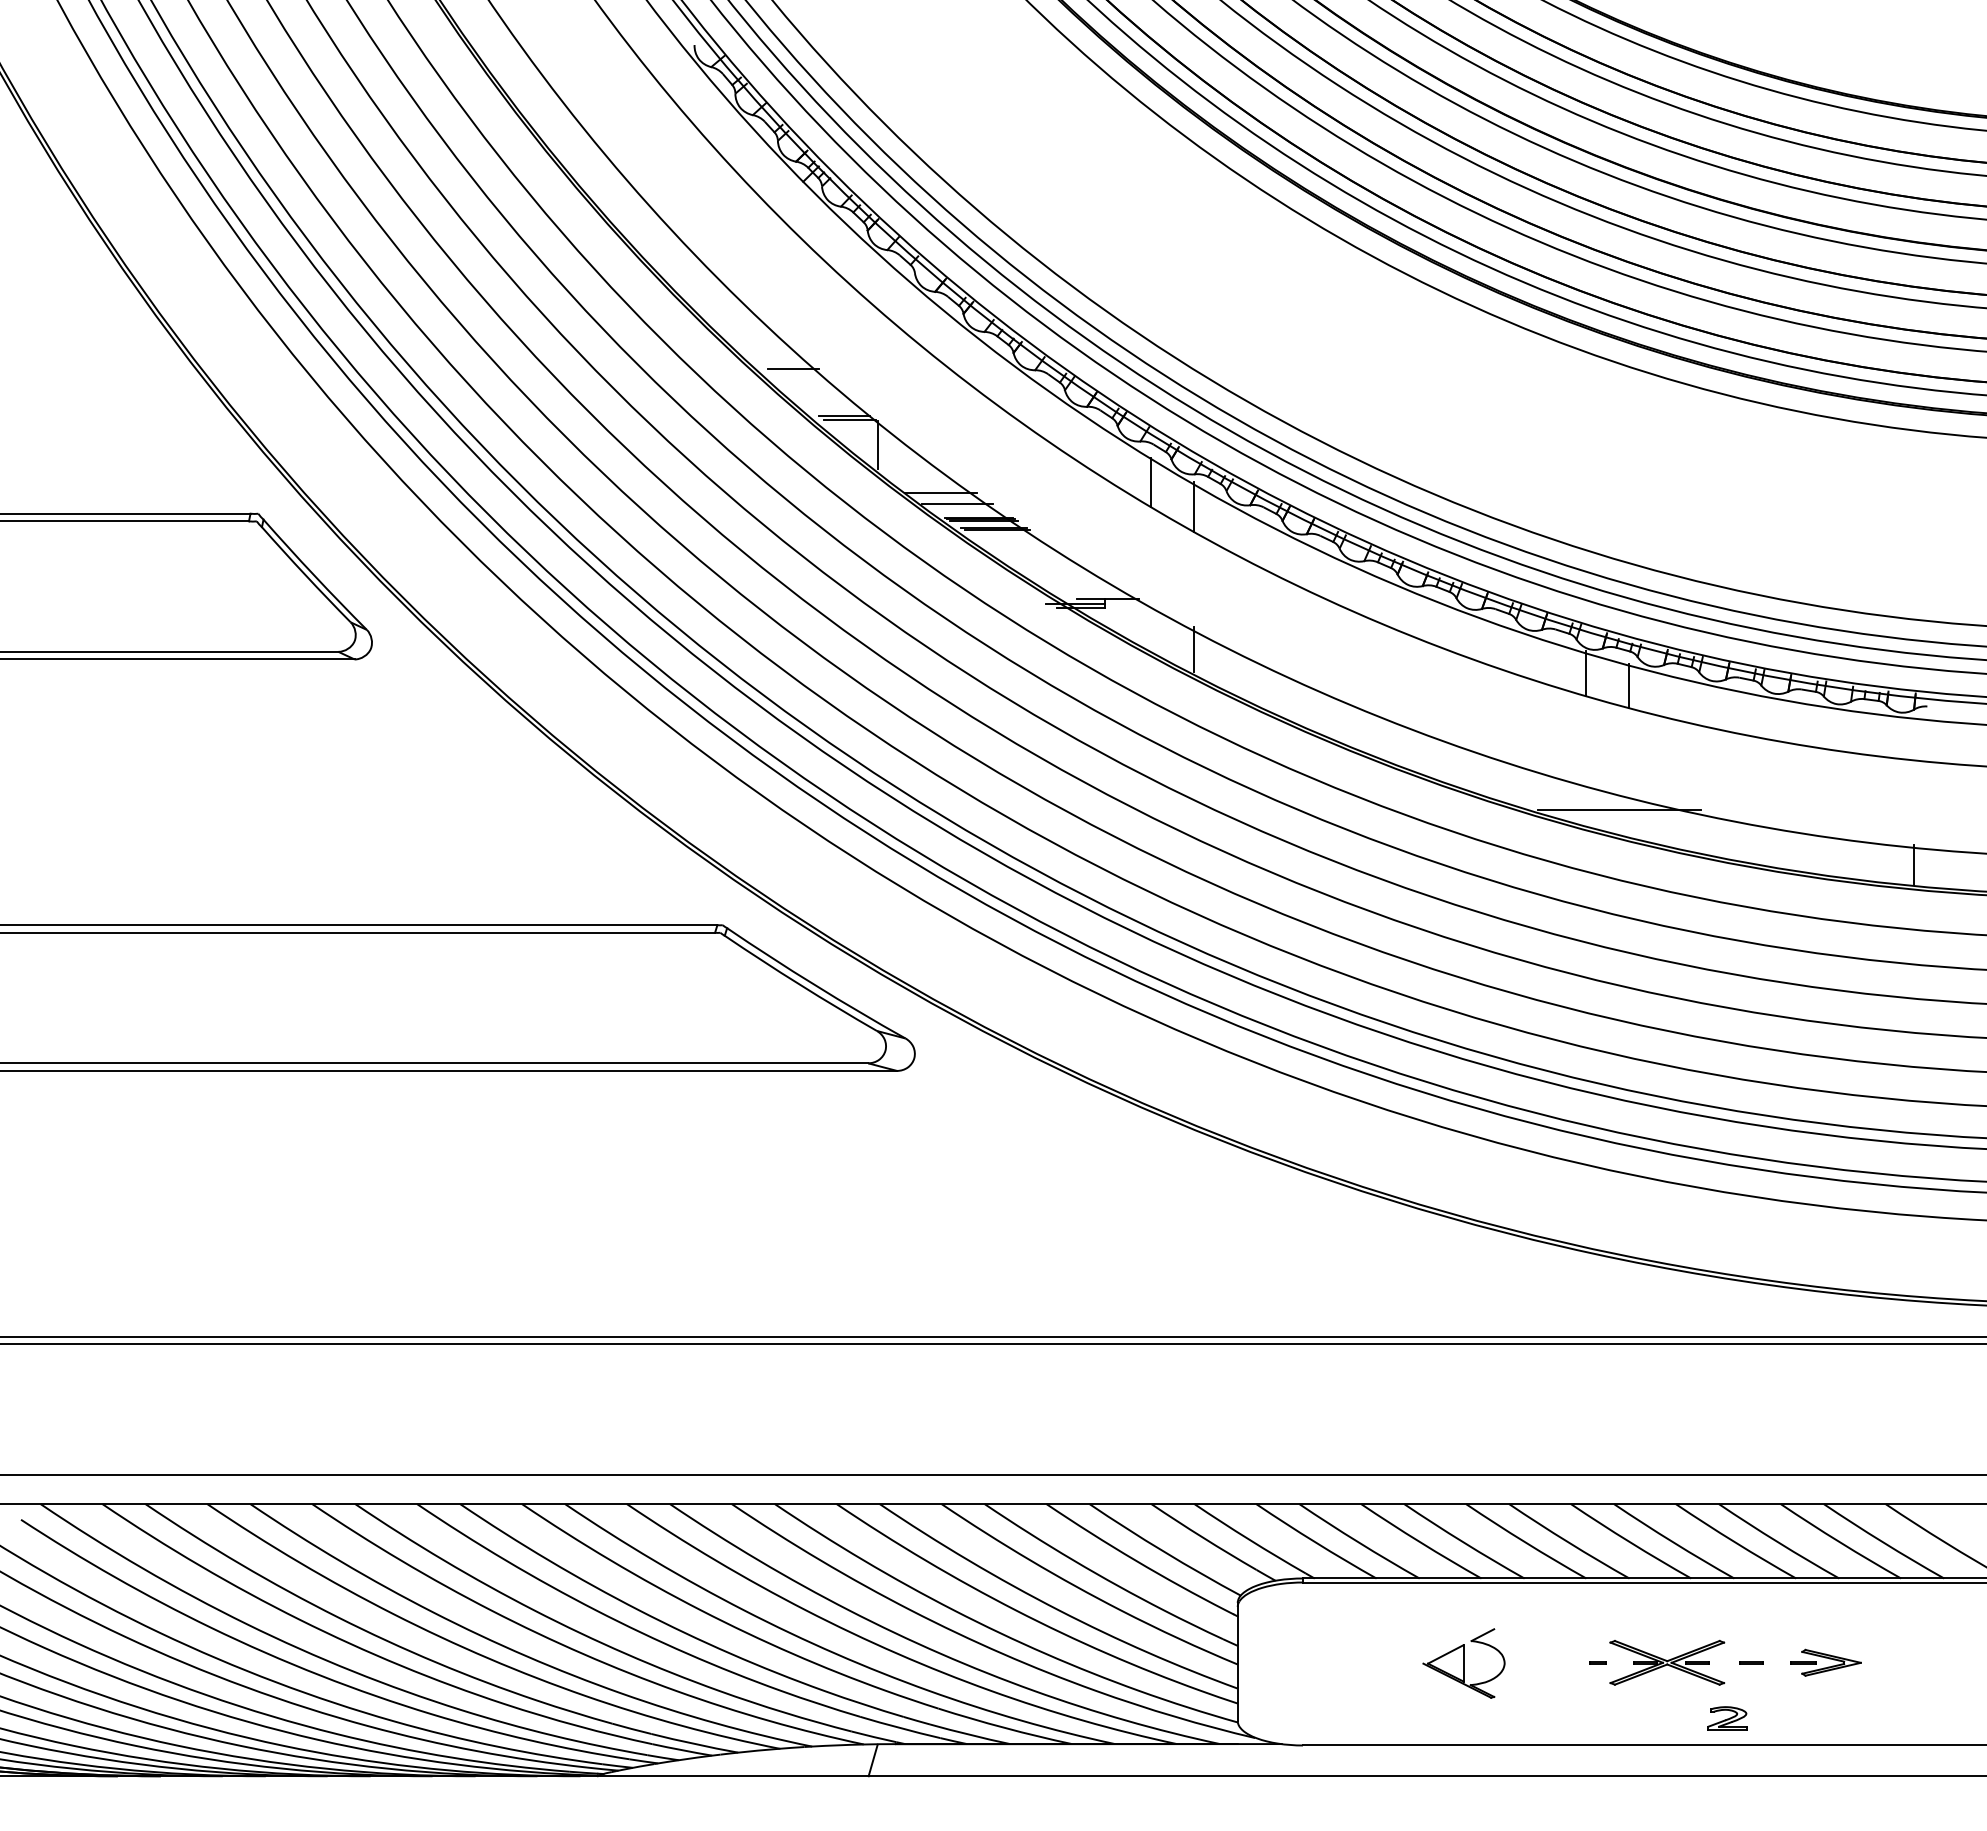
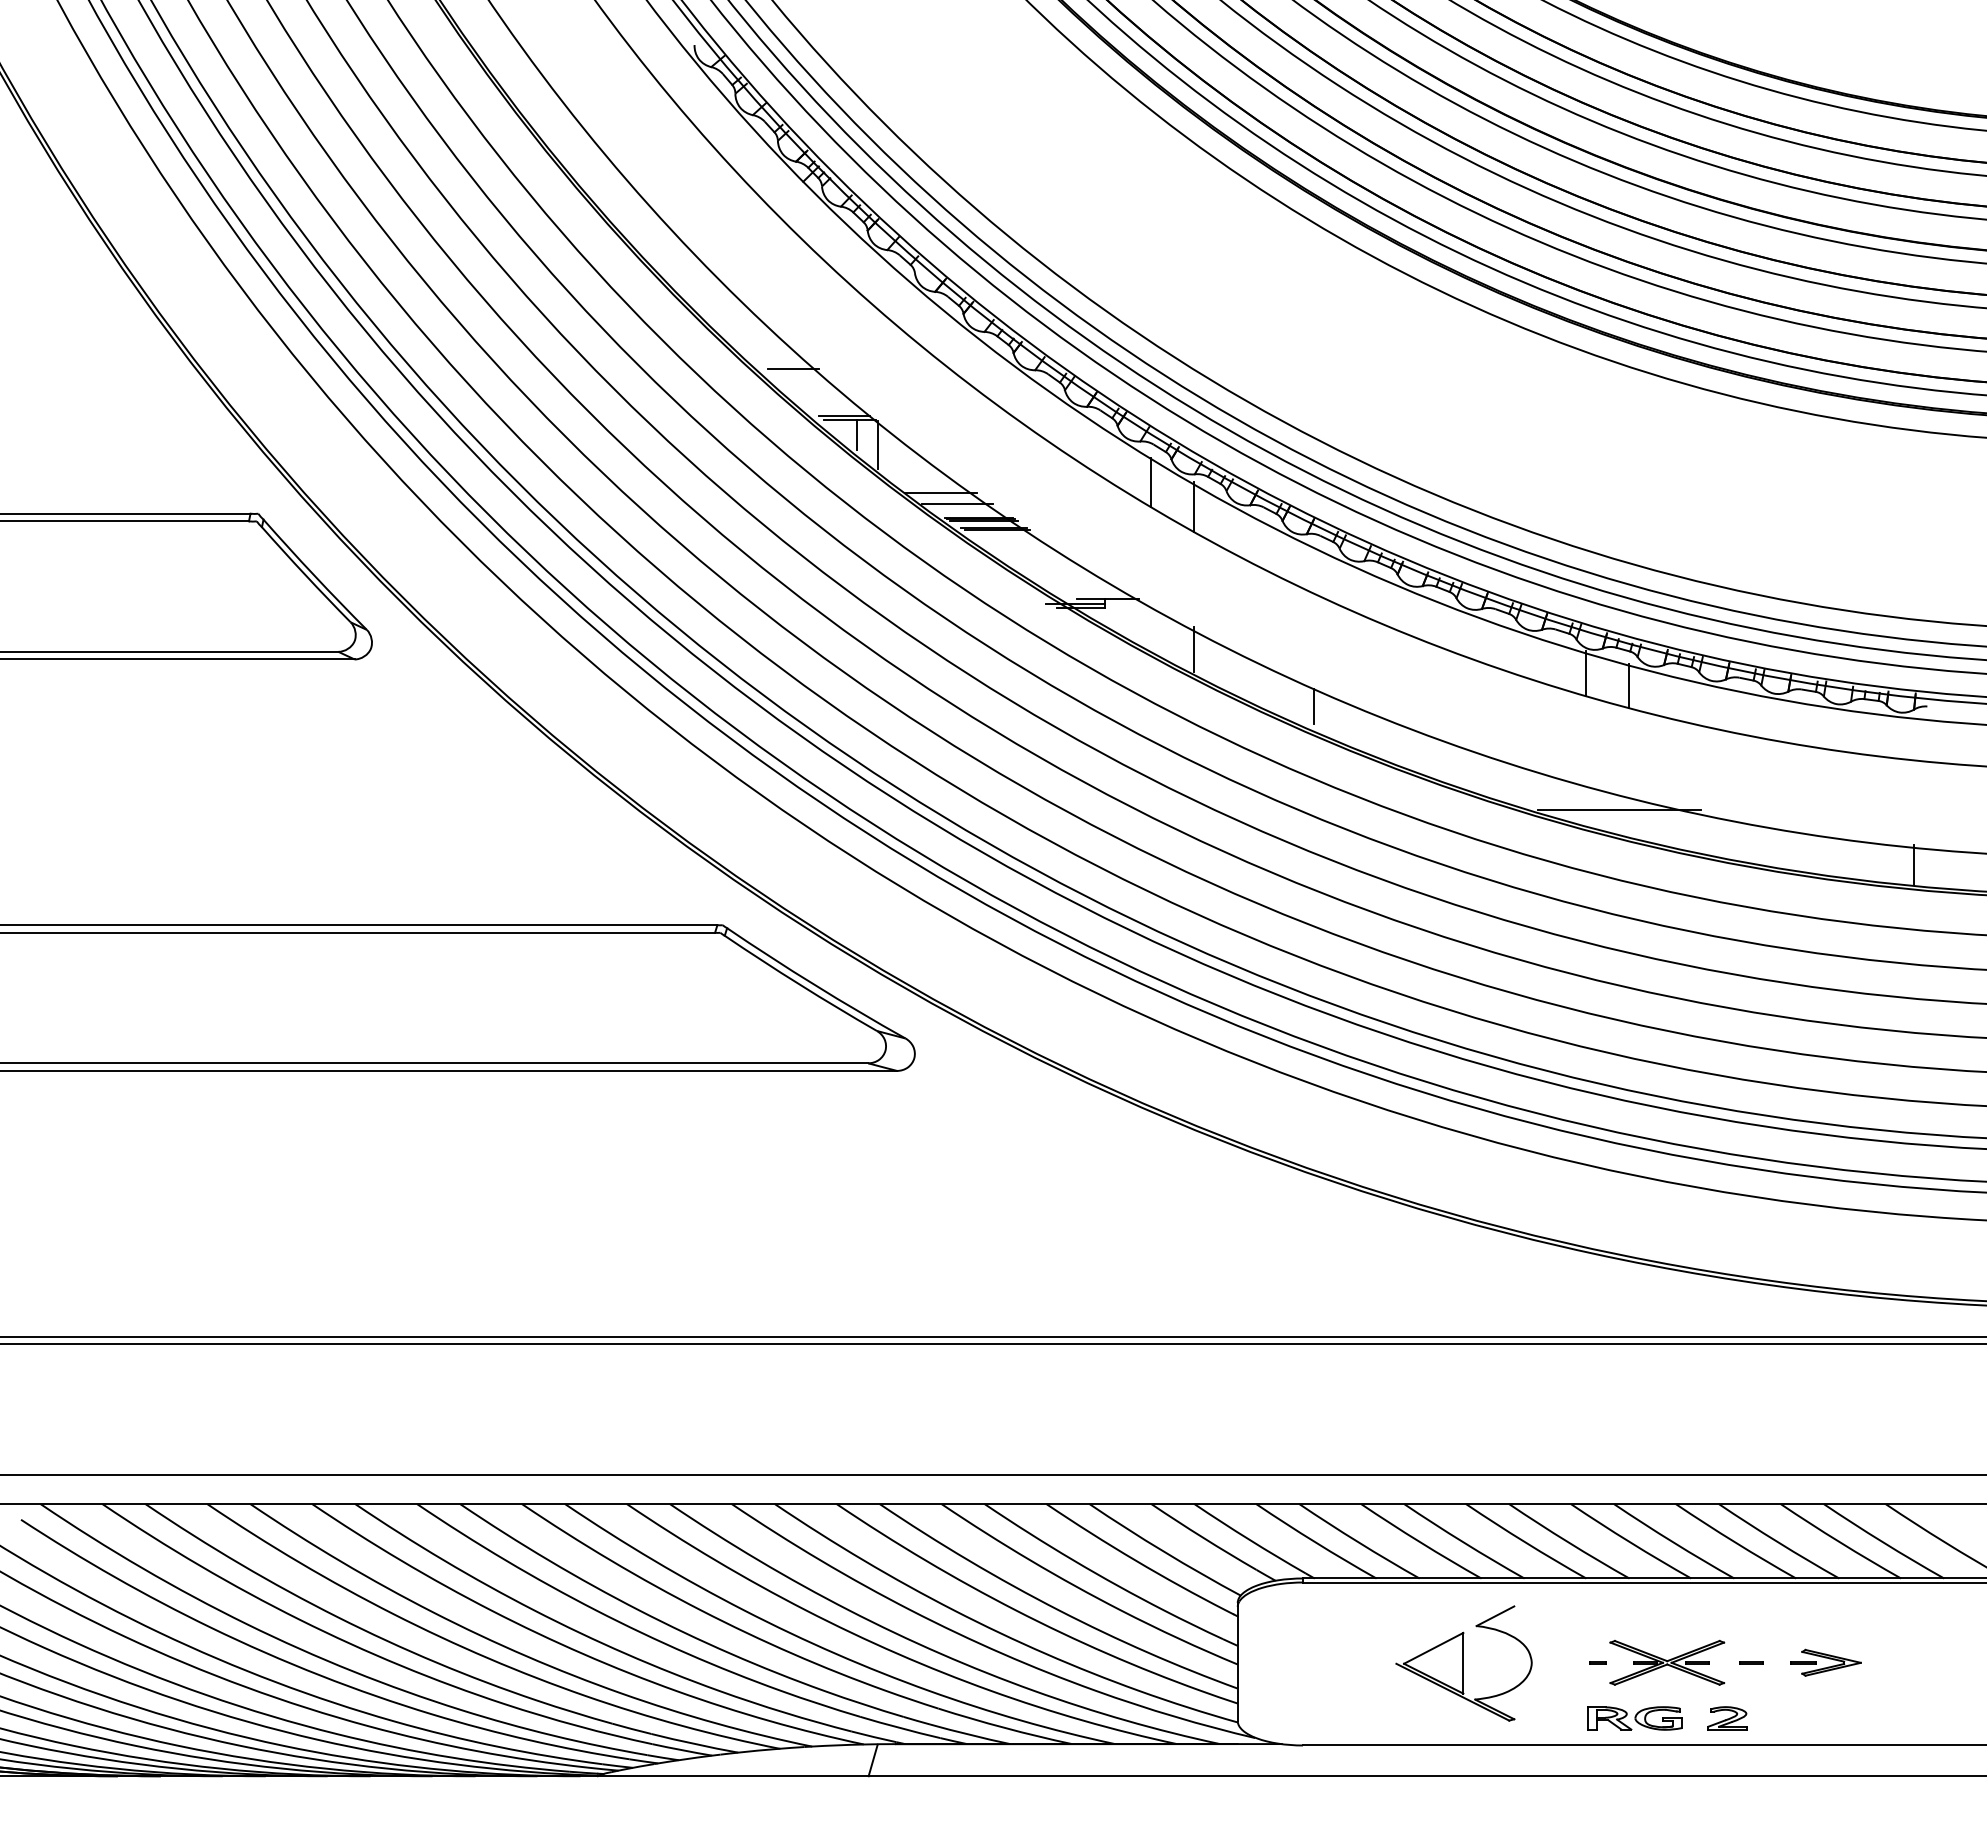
line at (856, 435): none -> present
line at (1313, 705): none -> present
part at (1463, 1663) size: 84x71 px -> 138x117 px
part at (1634, 1718): none -> present
